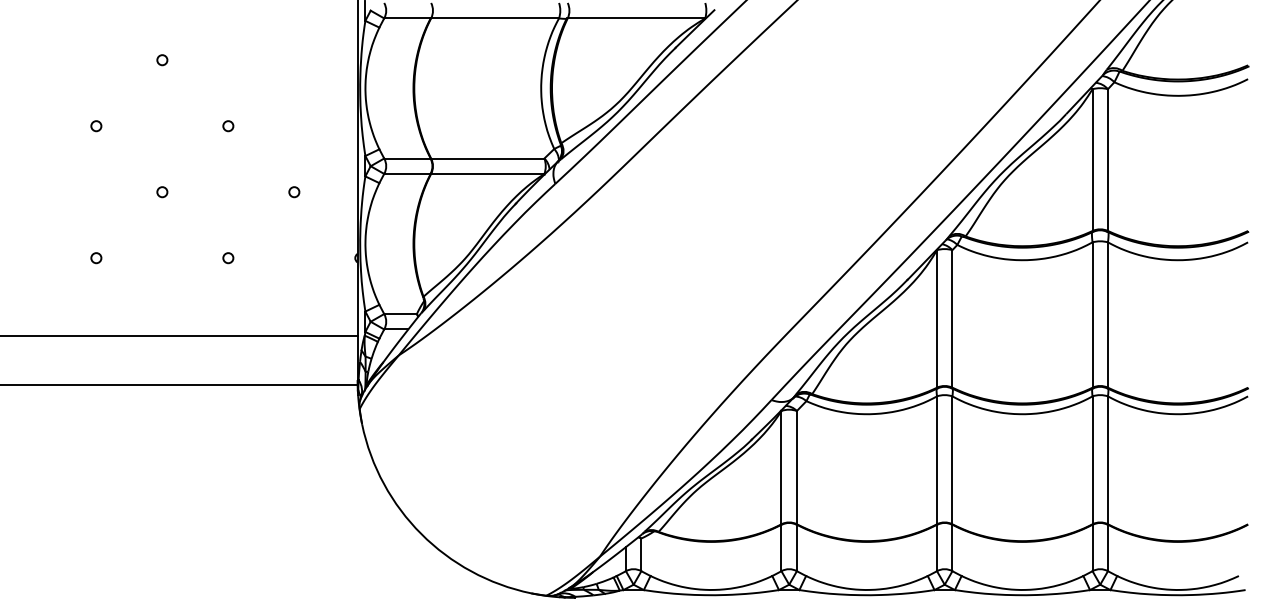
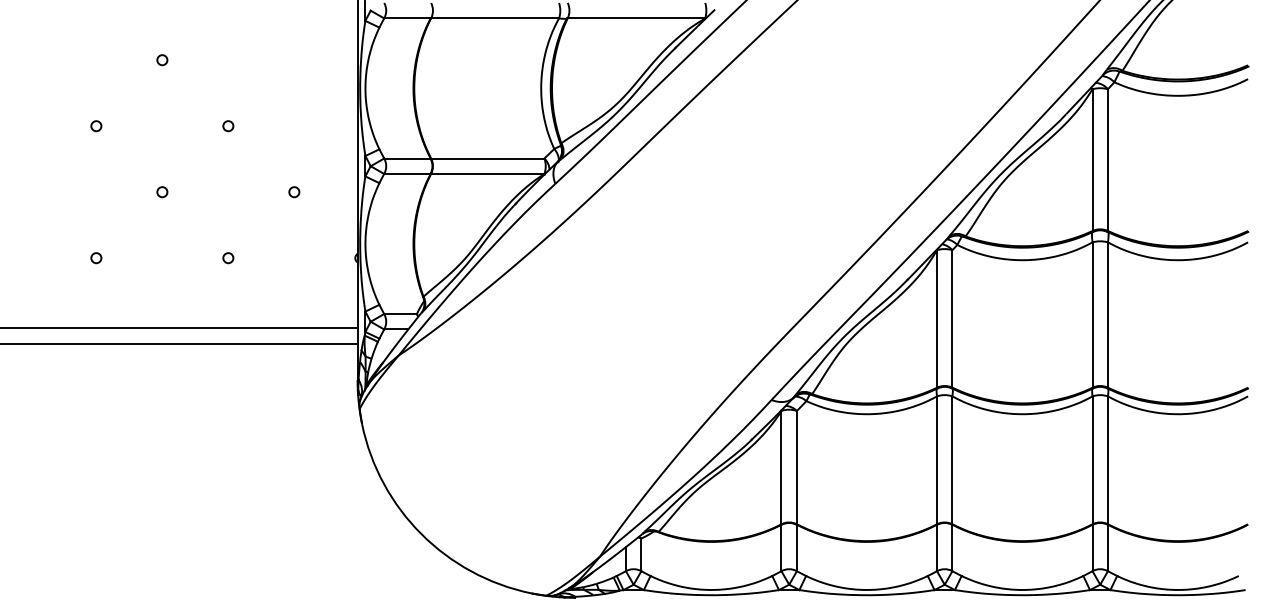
line at (179, 335) position: (179, 335) -> (179, 327)
line at (179, 385) position: (179, 385) -> (179, 344)
